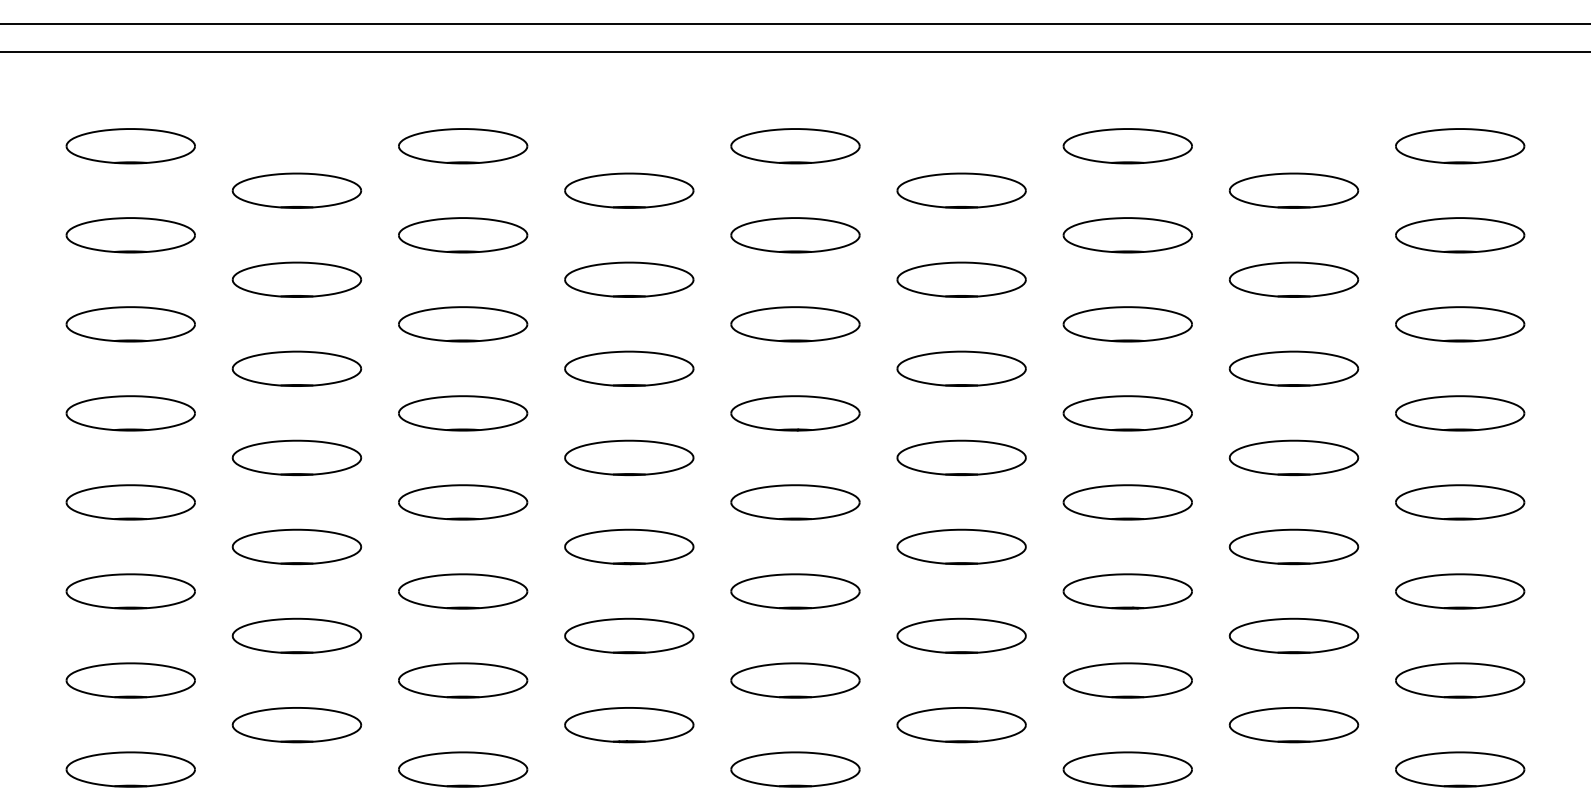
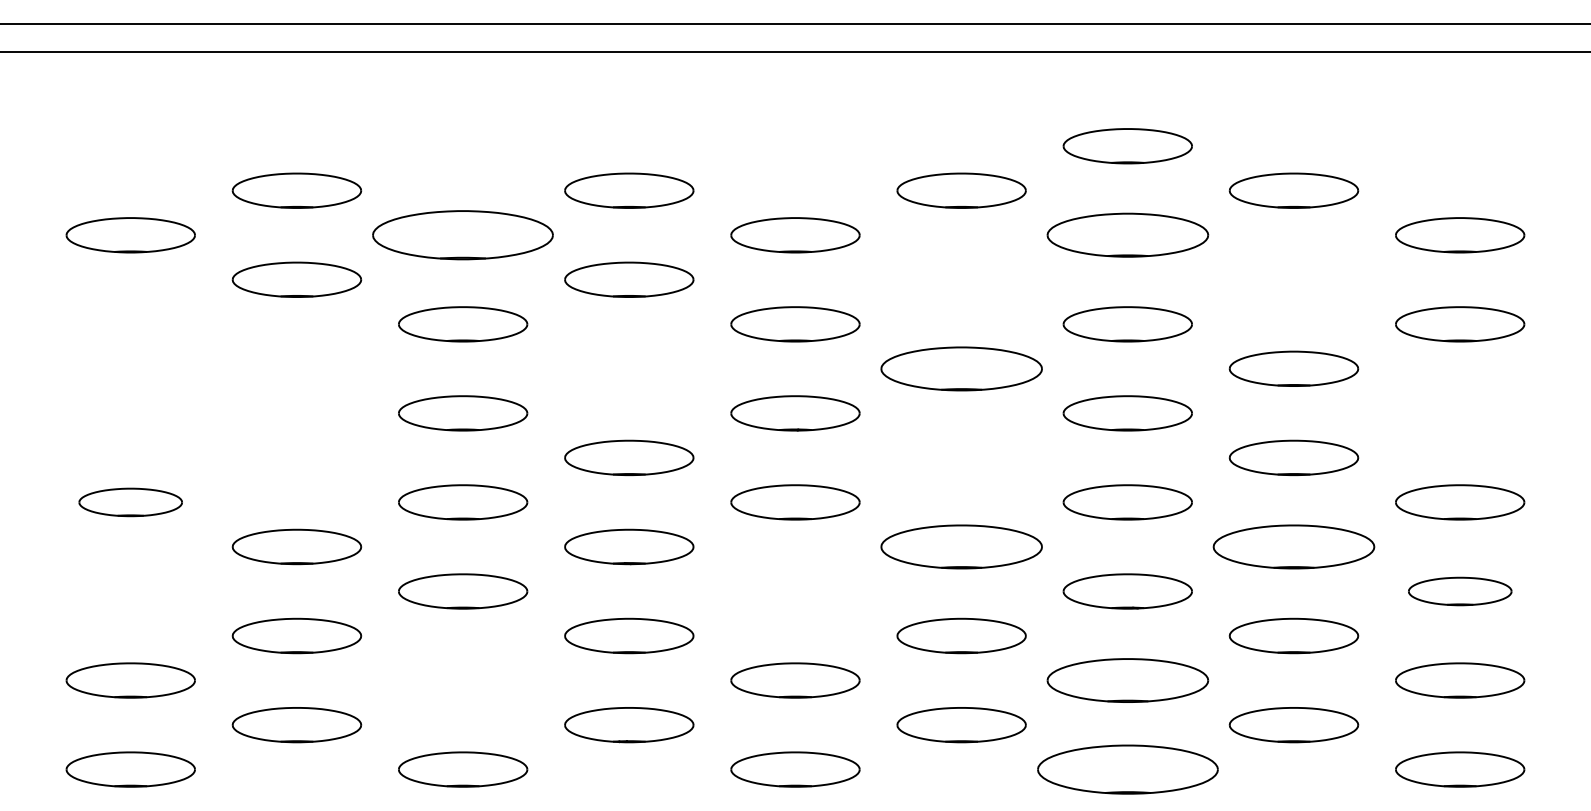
part at (130, 146): present -> none
part at (463, 146): present -> none
part at (795, 146): present -> none
part at (1460, 146): present -> none
part at (463, 235) size: 131x37 px -> 182x51 px
part at (1127, 235) size: 131x37 px -> 164x46 px
part at (961, 279): present -> none
part at (1293, 279): present -> none
part at (130, 324): present -> none
part at (296, 368): present -> none
part at (629, 368): present -> none
part at (961, 368) size: 131x37 px -> 163x46 px
part at (130, 413): present -> none
part at (1460, 413): present -> none
part at (296, 457): present -> none
part at (961, 457): present -> none
part at (130, 502) size: 131x37 px -> 105x31 px
part at (961, 546) size: 131x38 px -> 163x46 px
part at (1293, 546) size: 132x38 px -> 164x46 px
part at (130, 591): present -> none
part at (795, 591): present -> none
part at (1460, 591) size: 131x37 px -> 105x31 px
part at (463, 680): present -> none
part at (1127, 680) size: 131x37 px -> 164x45 px
part at (1127, 769) size: 131x37 px -> 182x51 px
